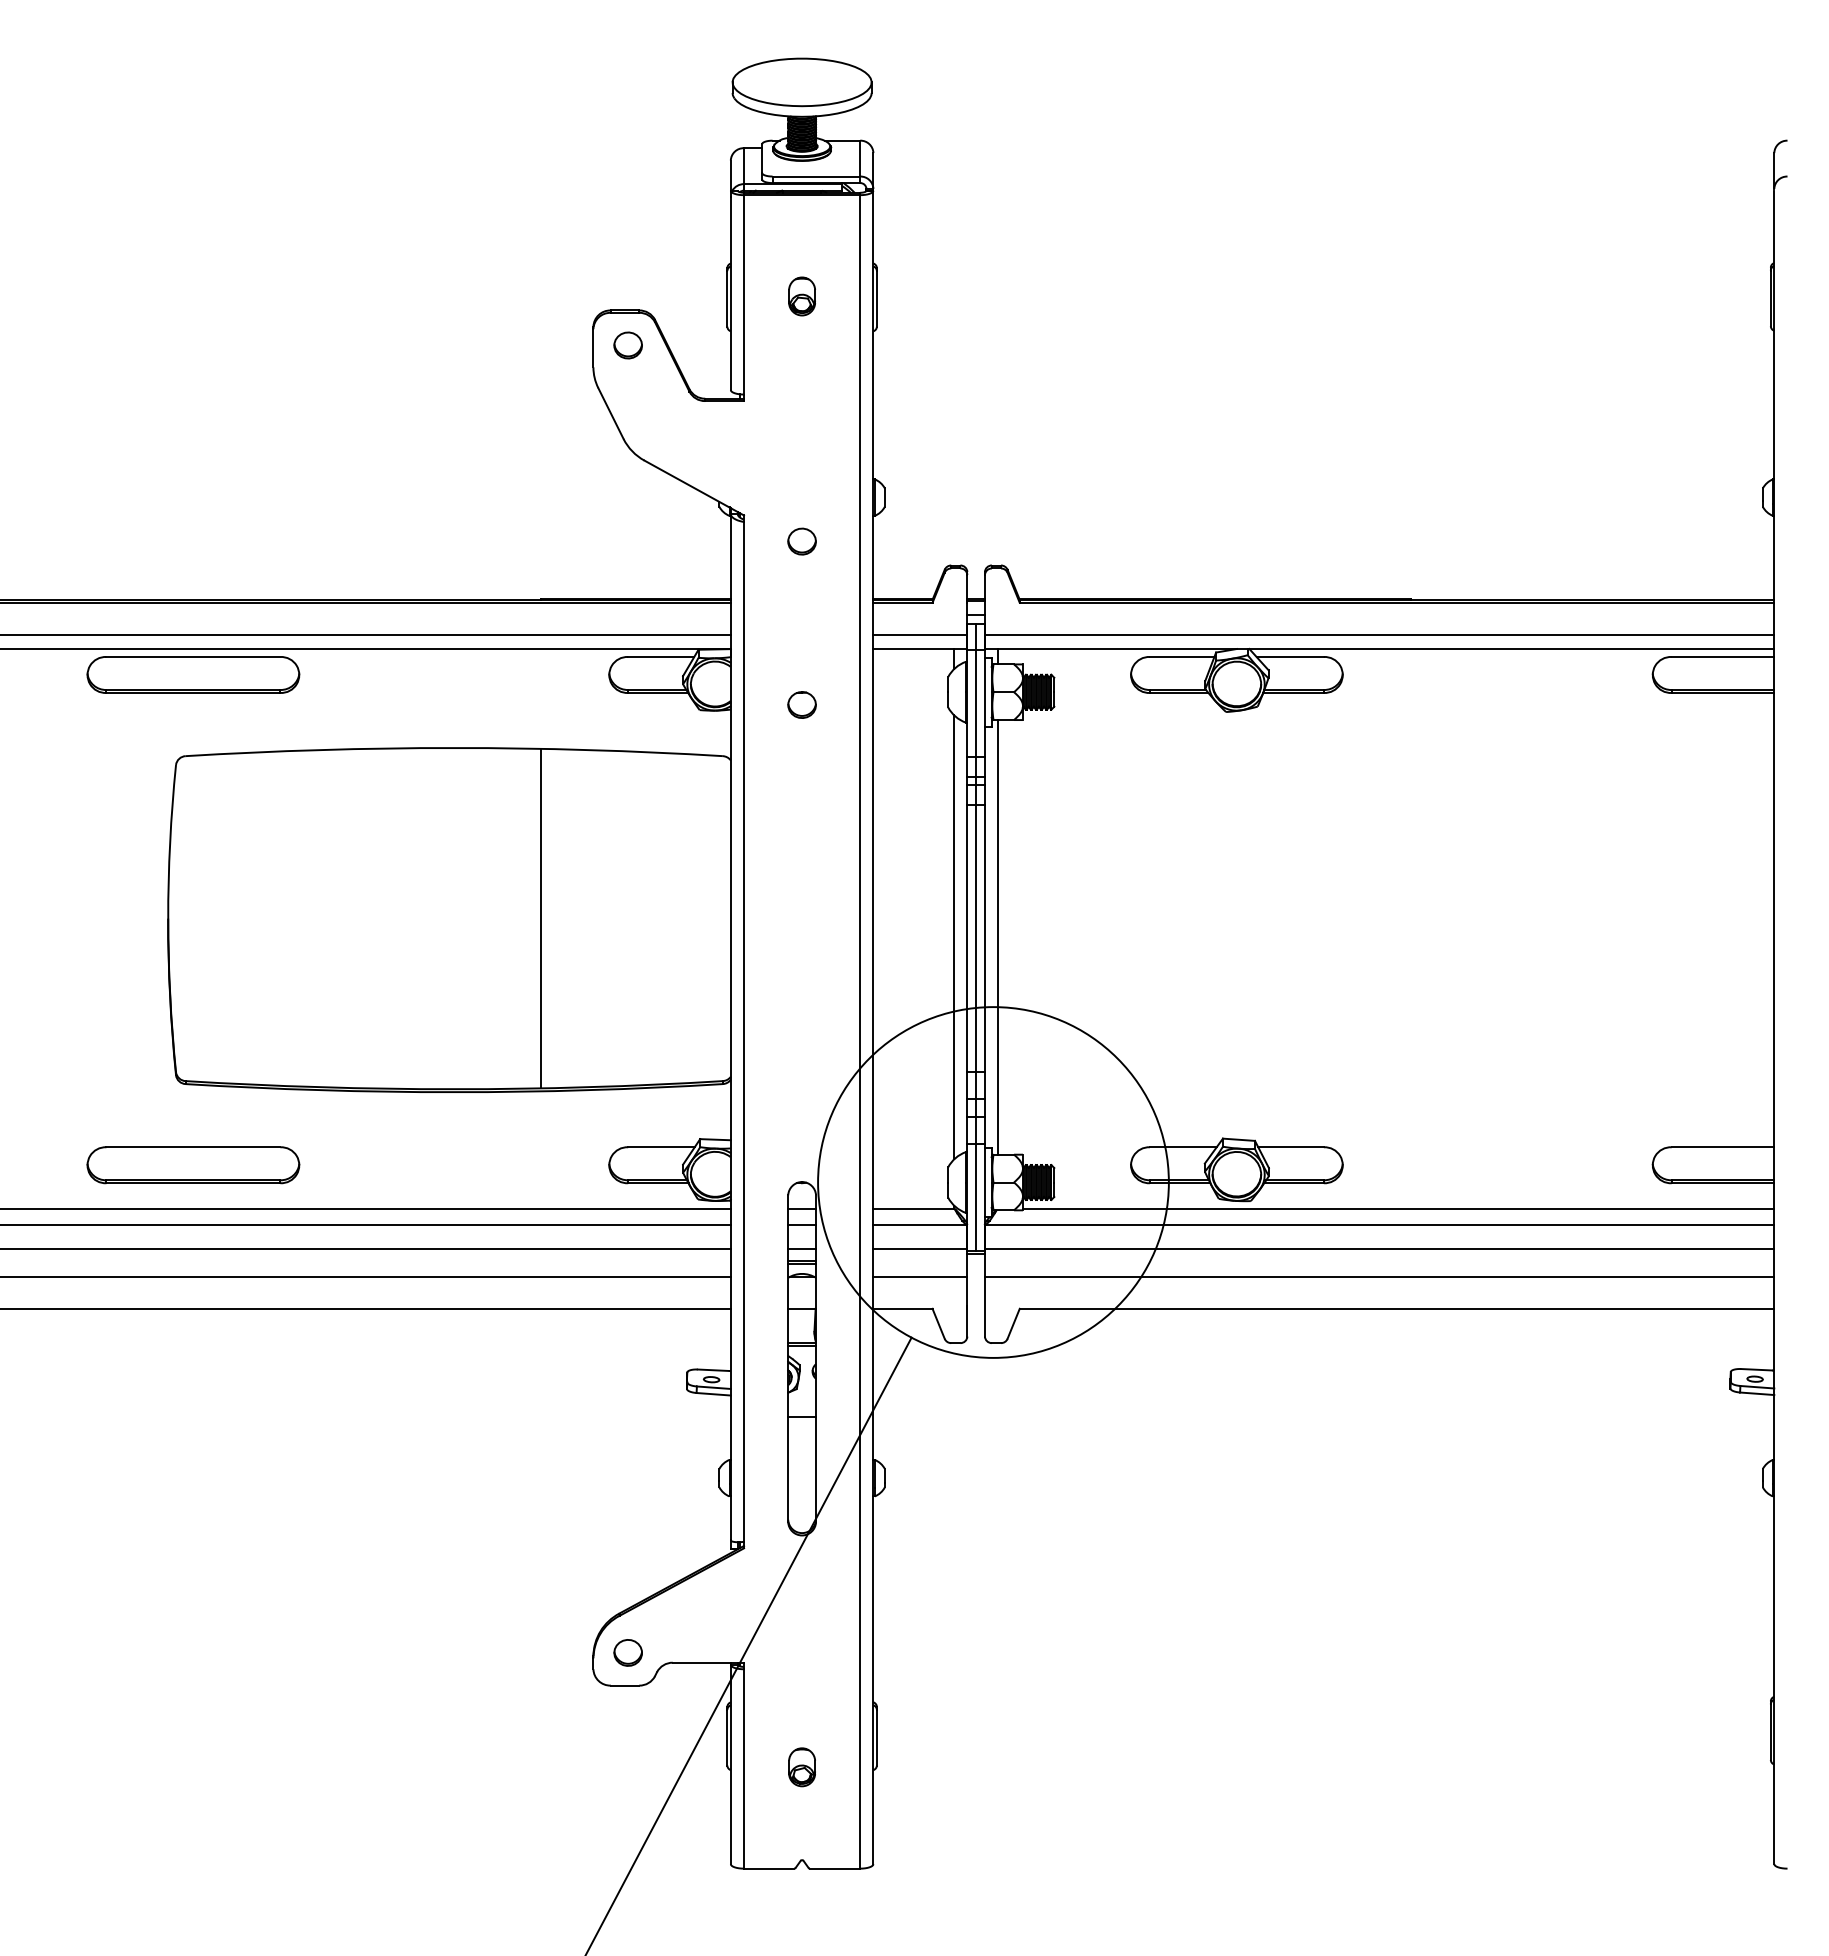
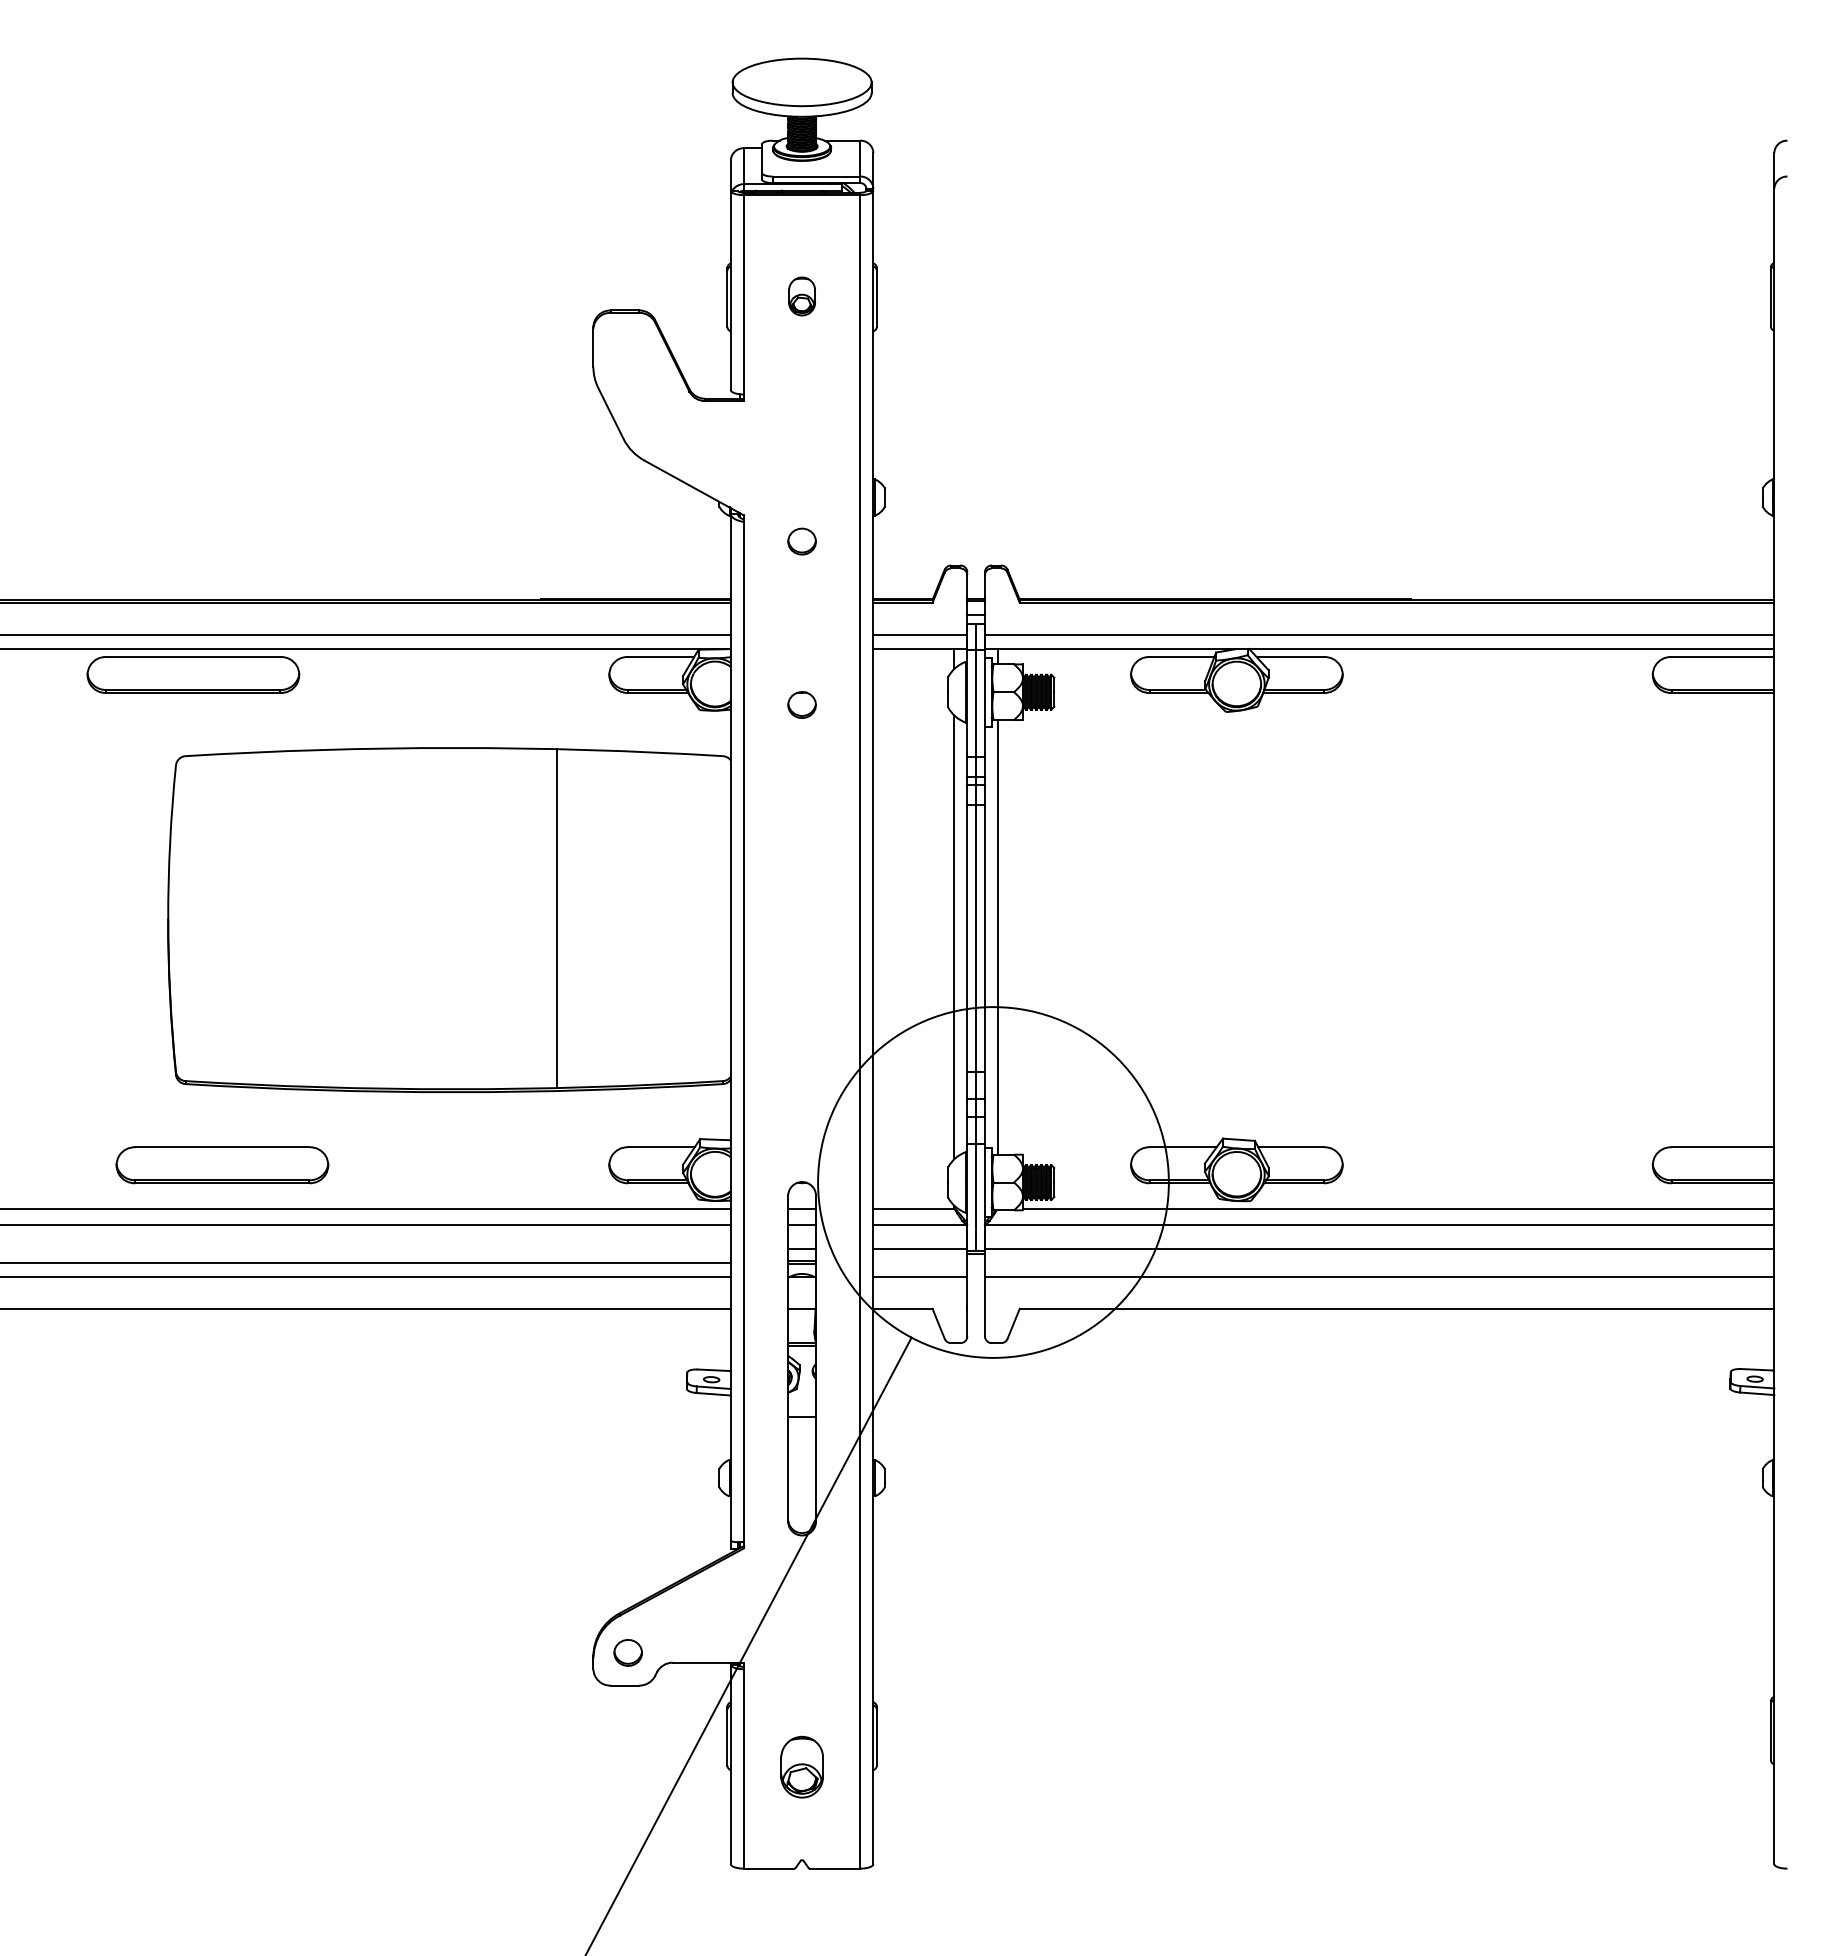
part at (627, 345): present -> none
line at (541, 918) position: (541, 918) -> (557, 918)
part at (193, 1165) position: (193, 1165) -> (222, 1165)
line at (366, 1249) position: (366, 1249) -> (366, 1263)
part at (801, 1767) size: 28x41 px -> 44x64 px
